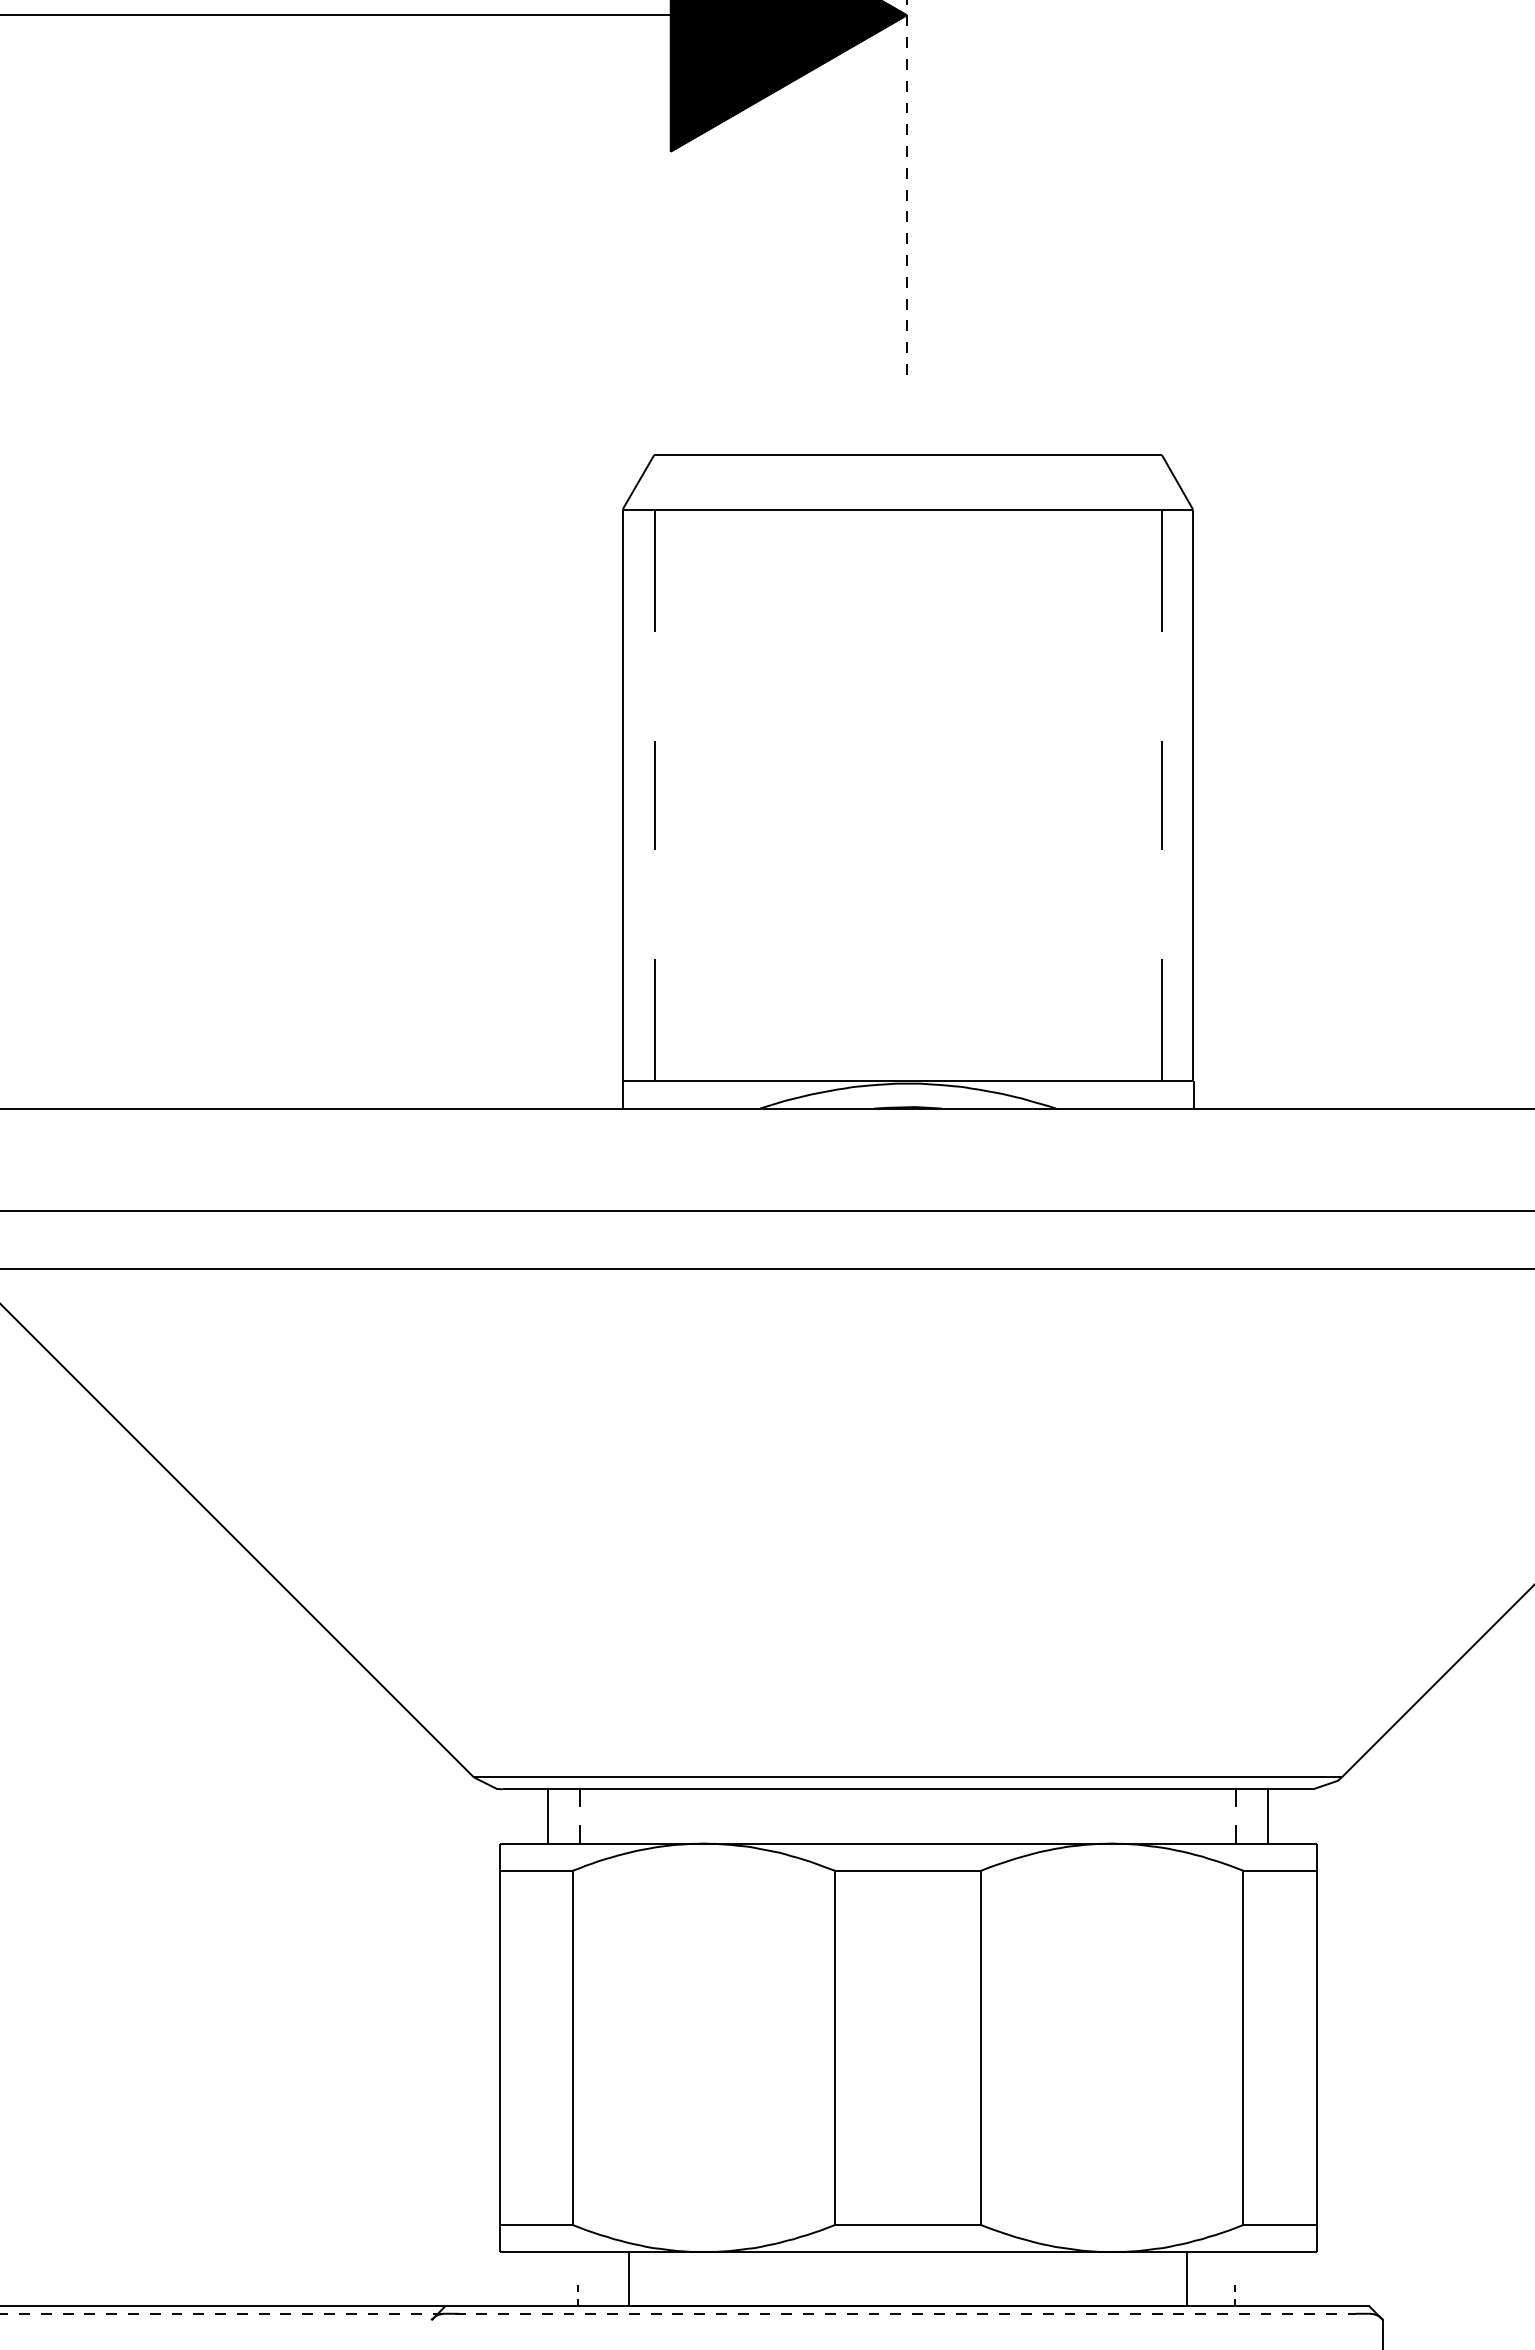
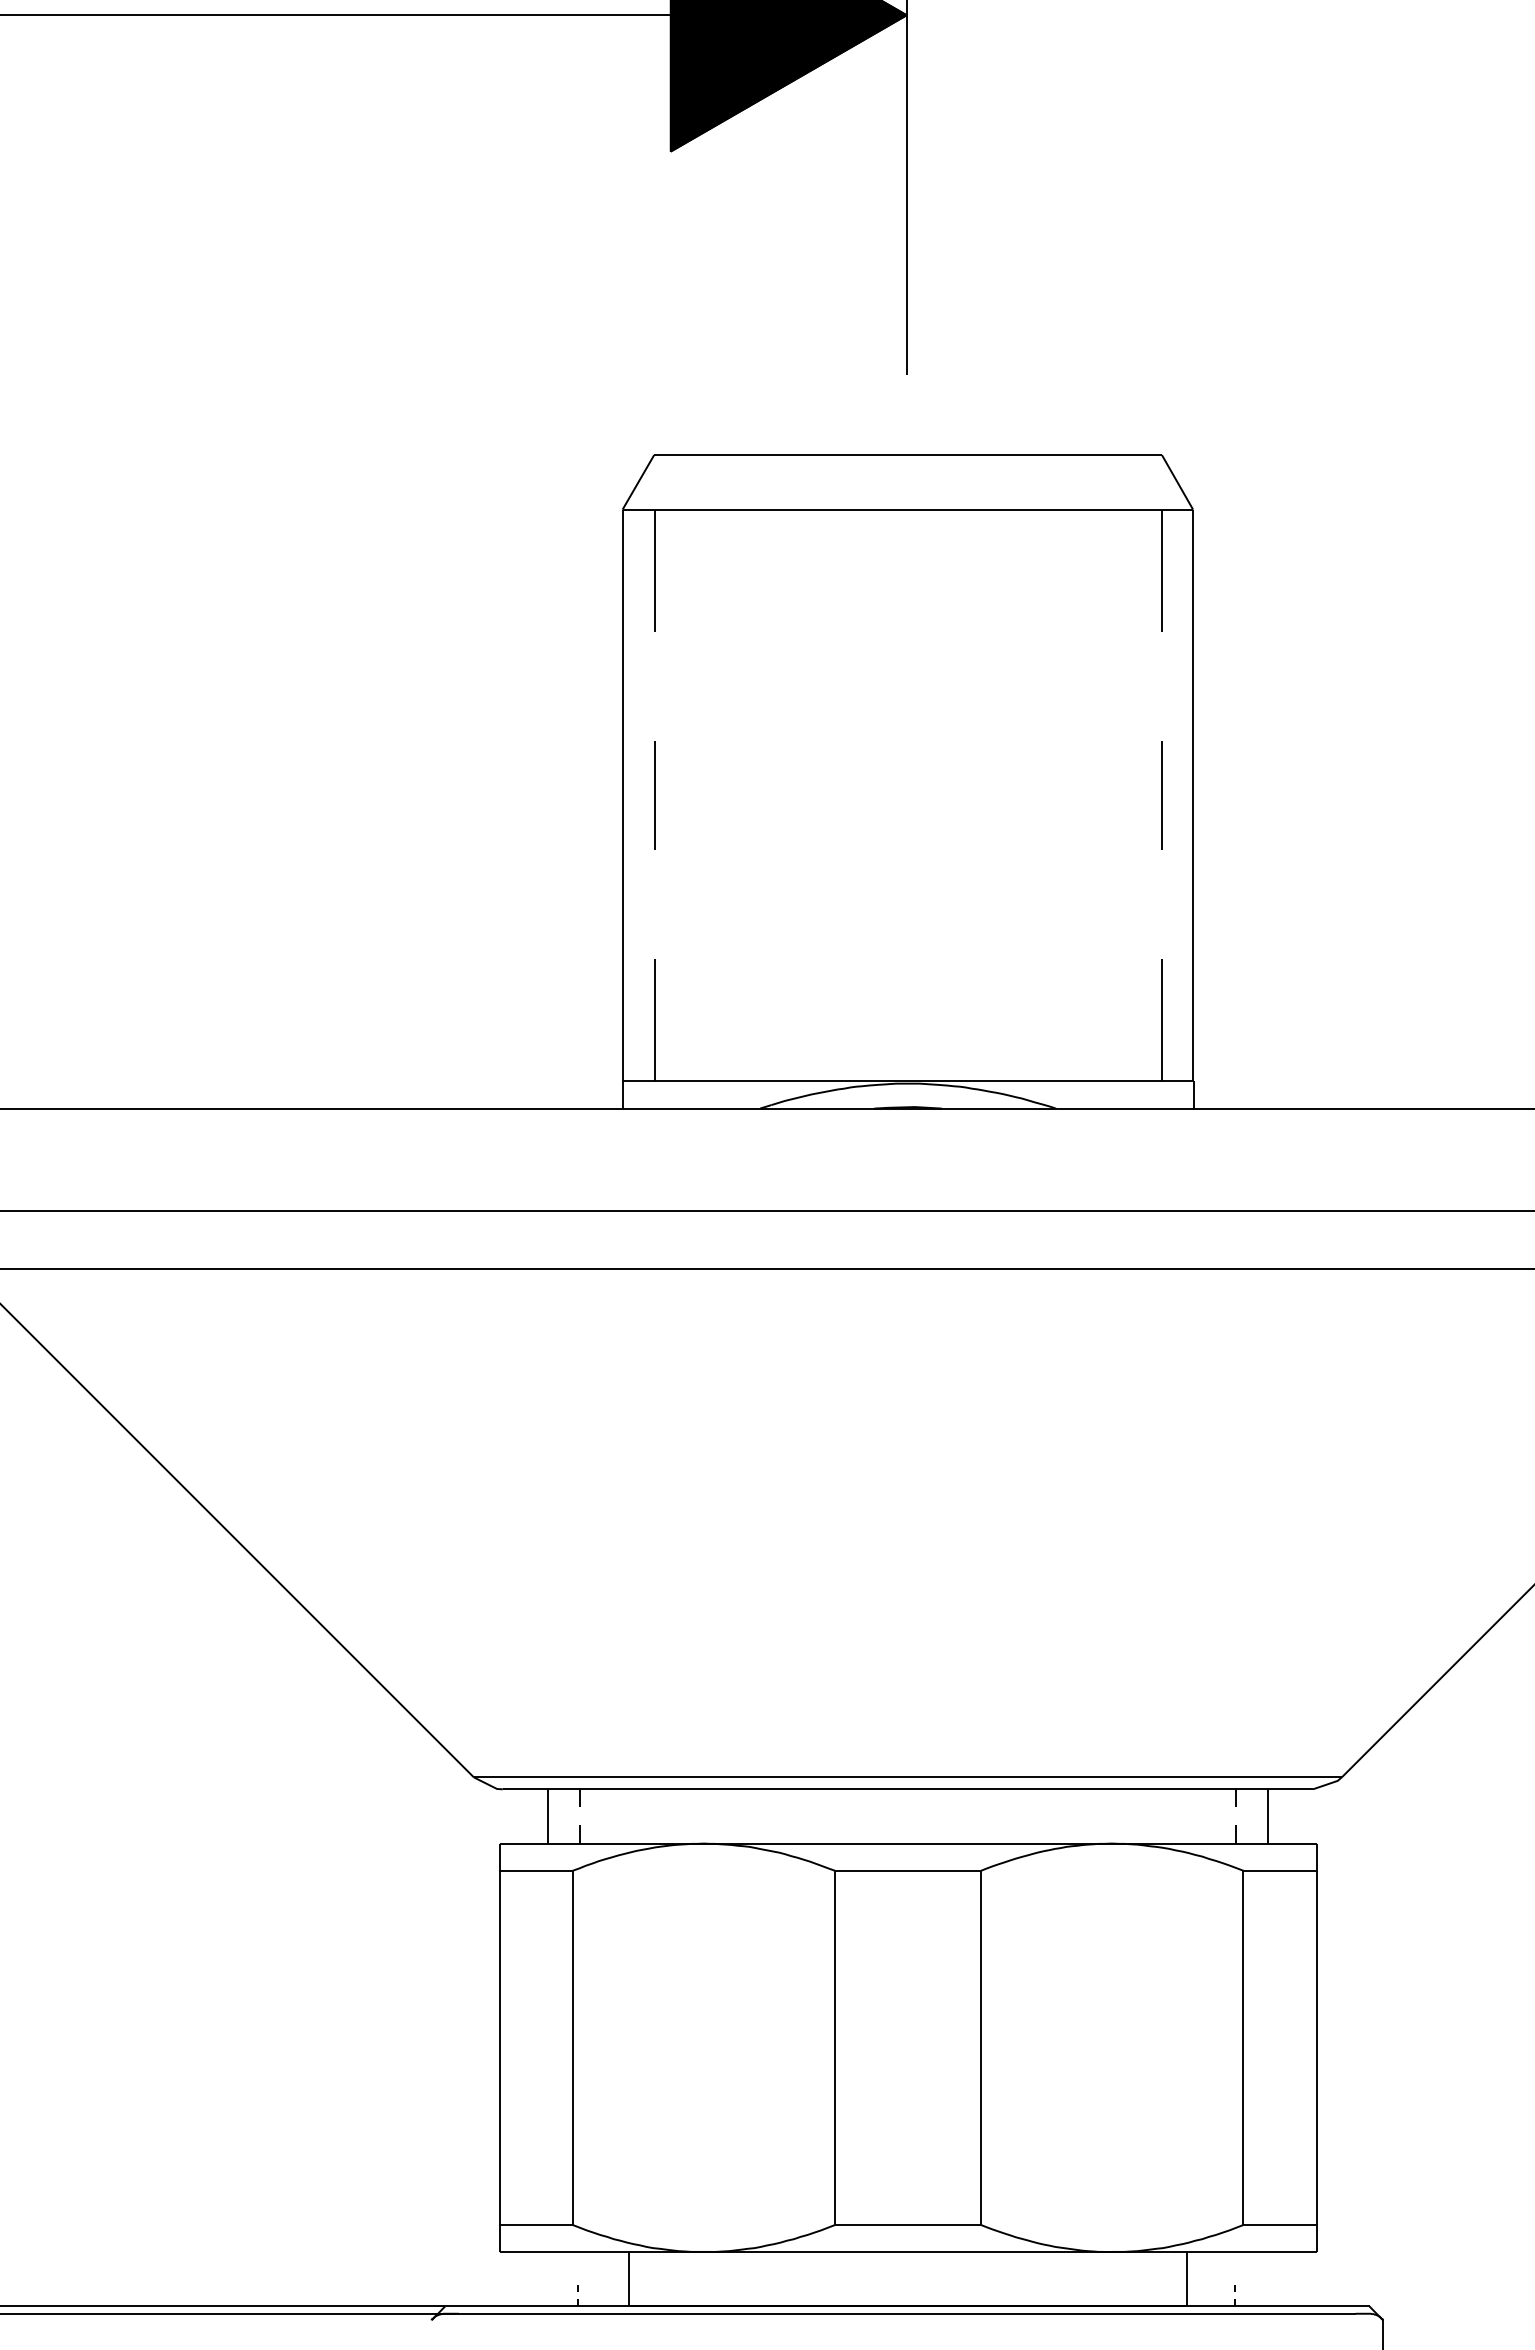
line at (906, 187): dashed -> solid
line at (678, 2313): dashed -> solid
